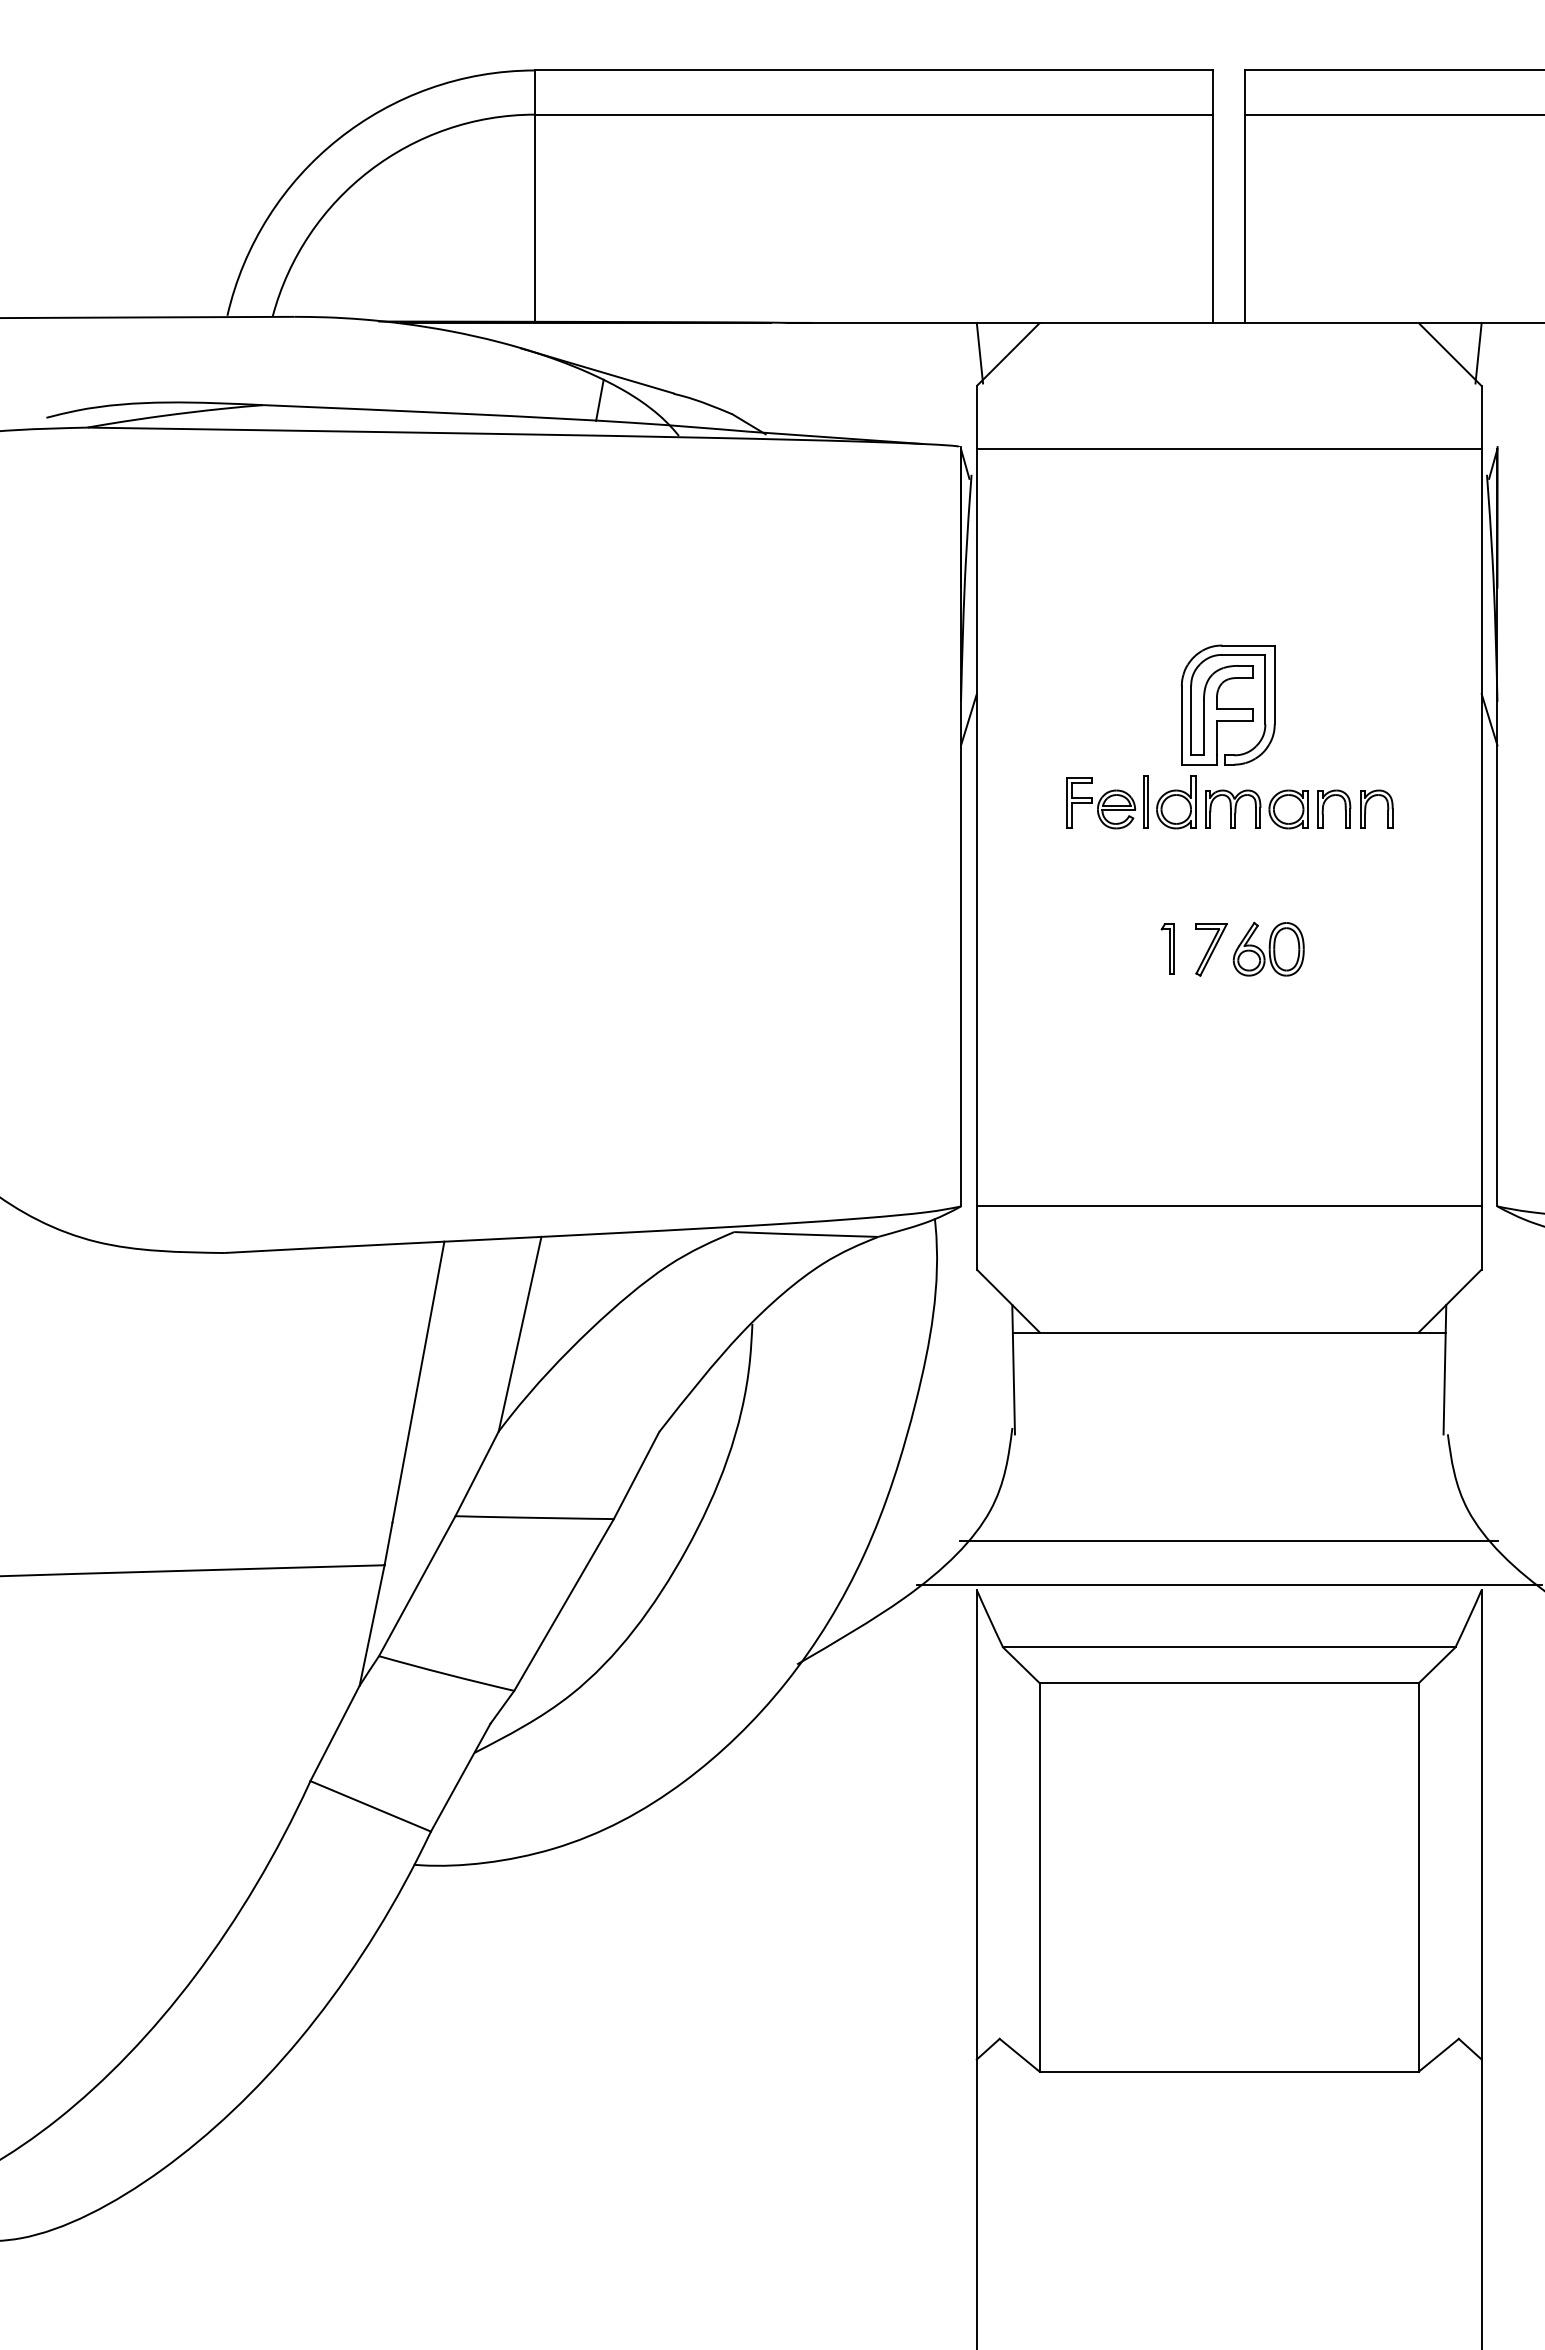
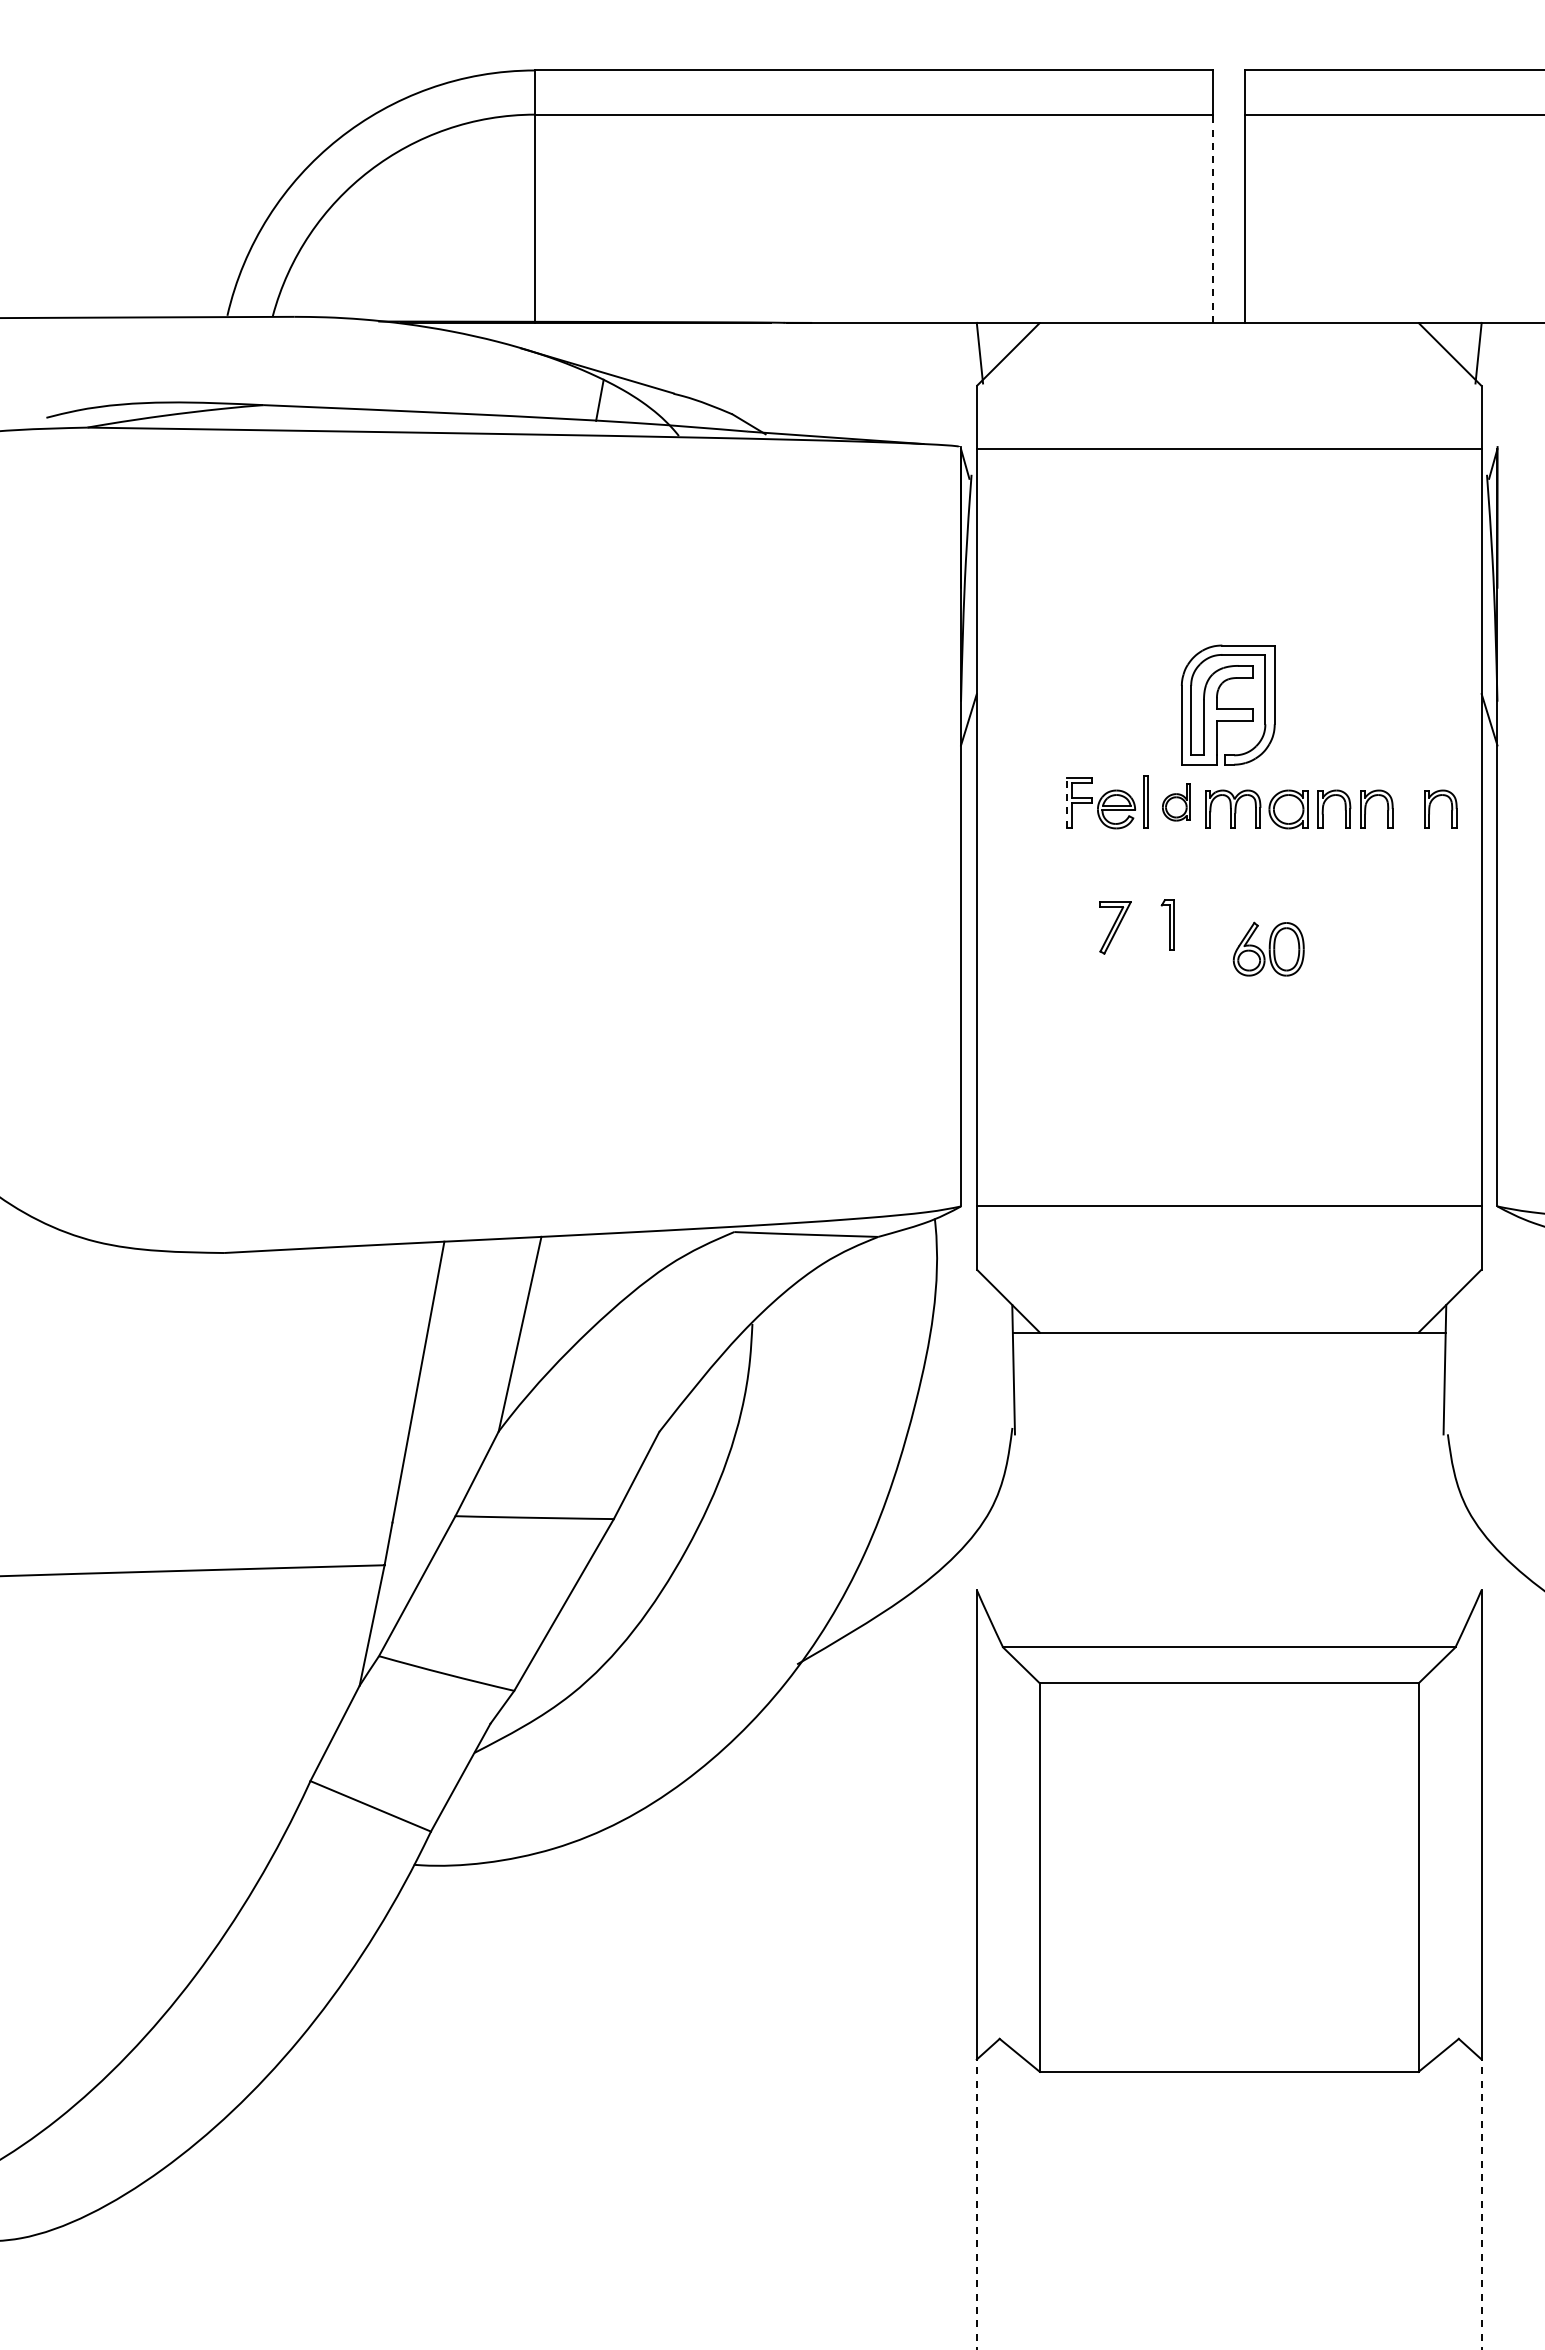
line at (1213, 218): solid -> dashed
line at (1067, 802): solid -> dashed
part at (1176, 802) size: 41x55 px -> 29x39 px
part at (1430, 808): none -> present
part at (1167, 948) position: (1167, 948) -> (1167, 924)
part at (1211, 949) position: (1211, 949) -> (1115, 927)
line at (1229, 1540): present -> none
line at (1228, 1585): present -> none
line at (976, 2204): solid -> dashed
line at (1481, 2204): solid -> dashed
